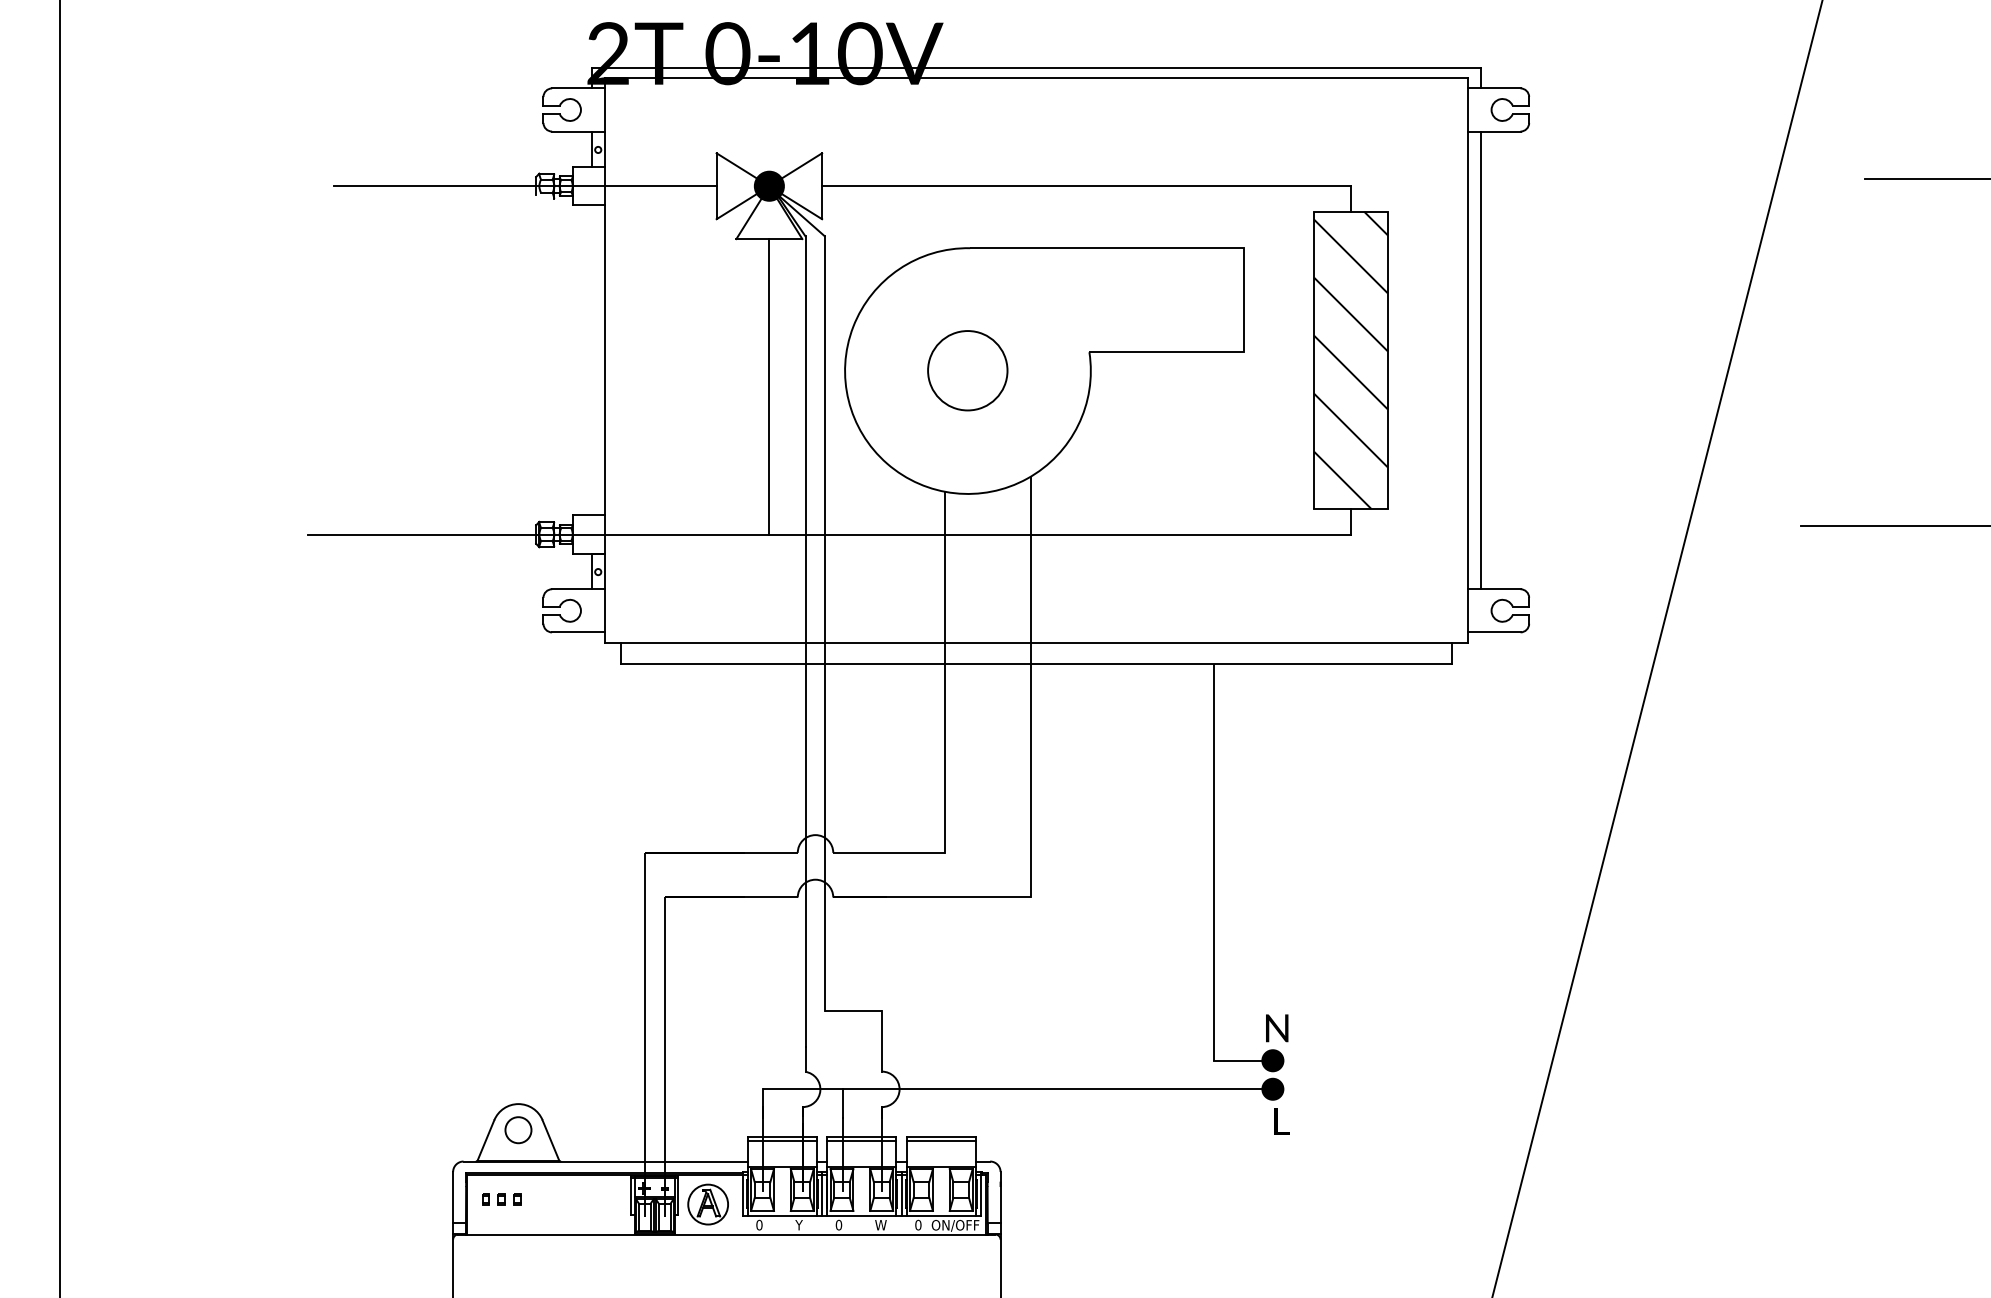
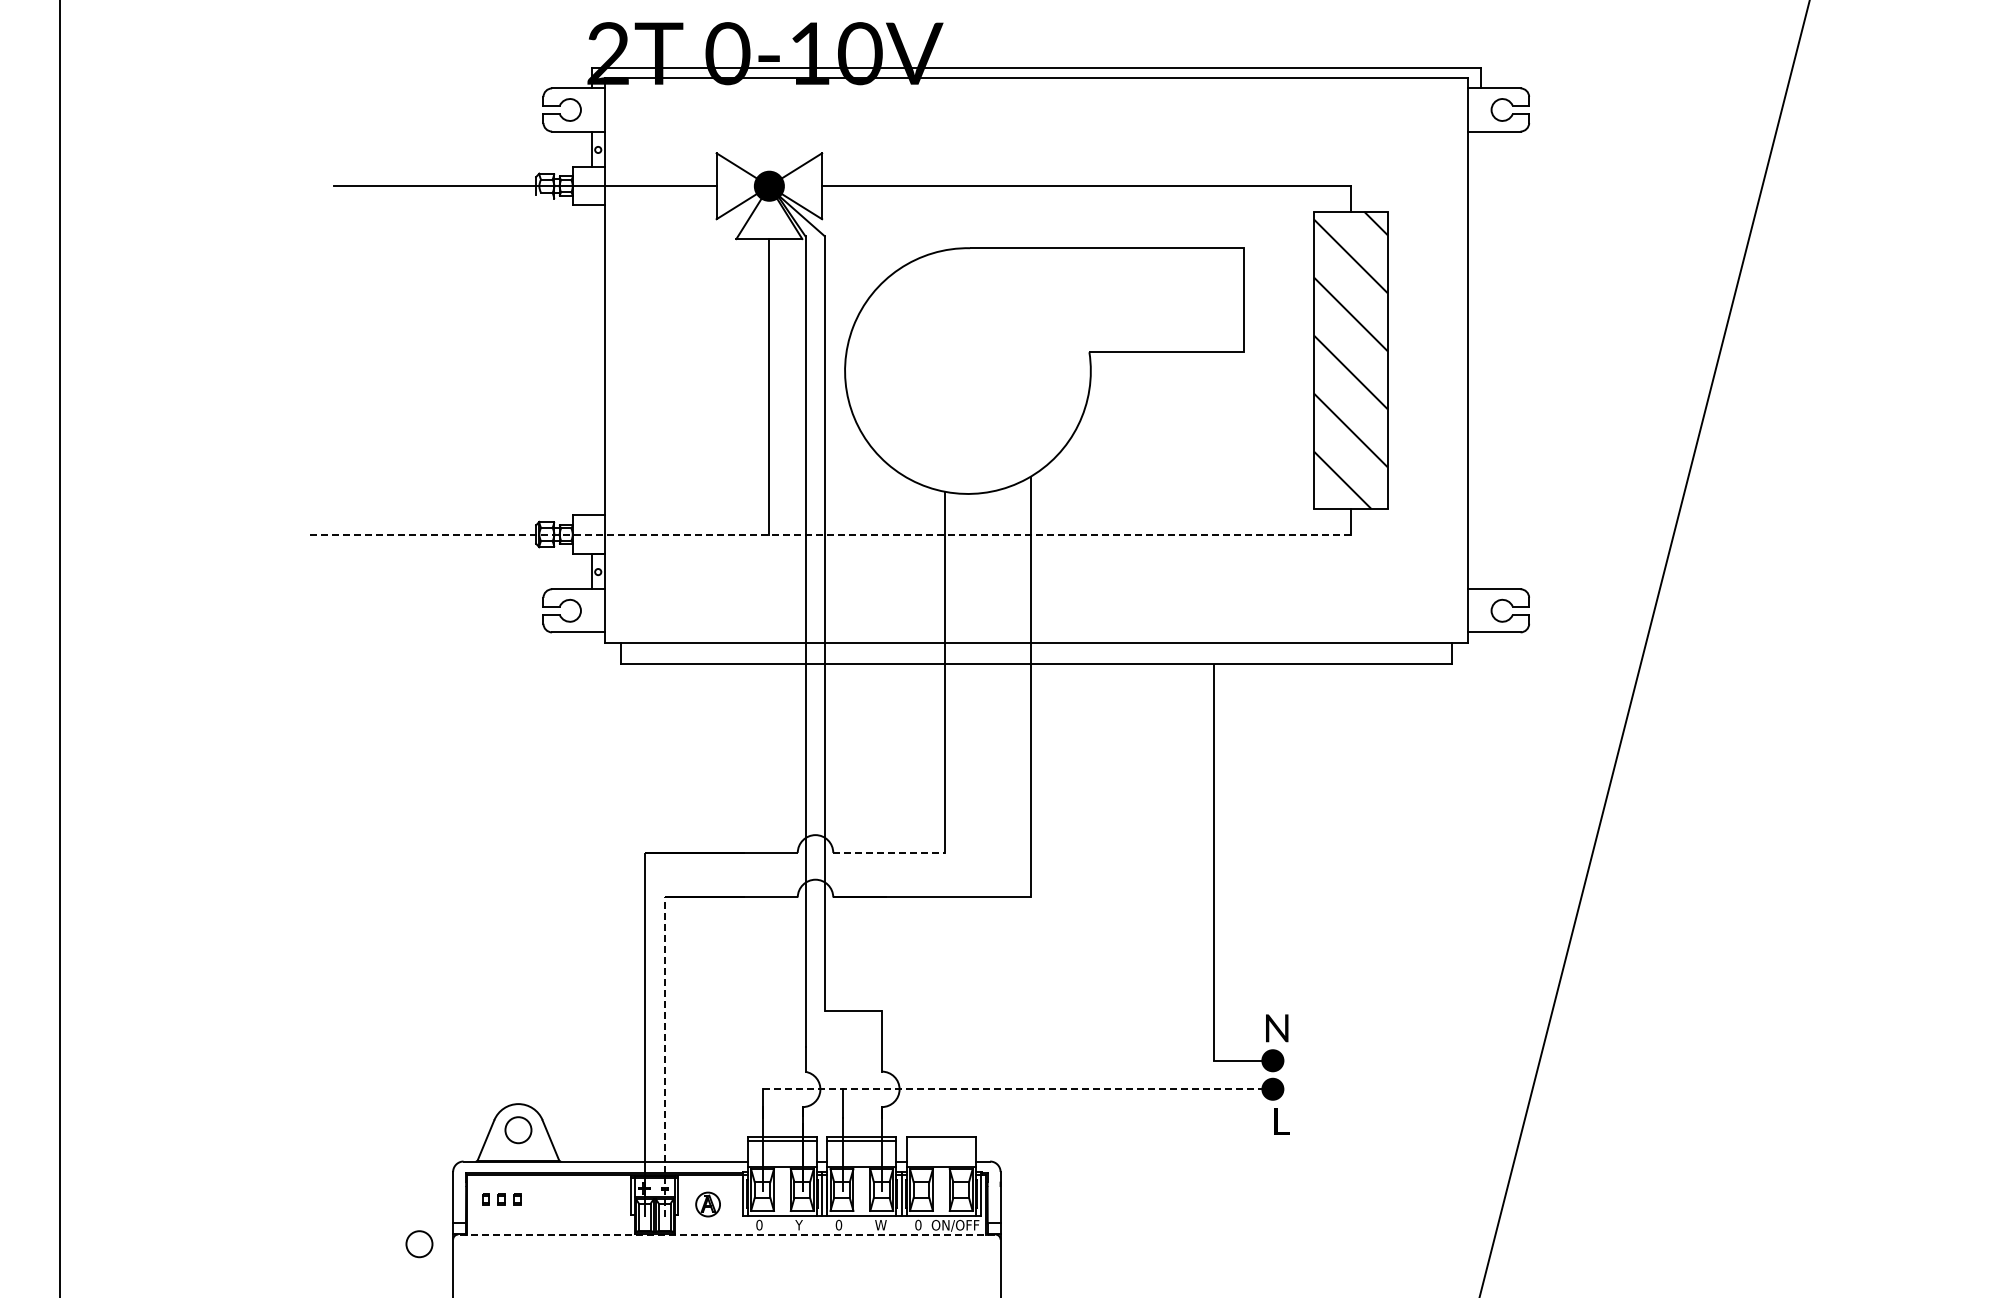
line at (1925, 179): present -> none
line at (1480, 360): present -> none
circle at (967, 370): present -> none
line at (1893, 526): present -> none
line at (829, 534): solid -> dashed
line at (1657, 648) position: (1657, 648) -> (1644, 648)
line at (889, 852): solid -> dashed
line at (665, 1057): solid -> dashed
line at (1016, 1089): solid -> dashed
line at (940, 1141): present -> none
part at (707, 1204) size: 42x43 px -> 26x27 px
line at (726, 1234): solid -> dashed
circle at (419, 1244): none -> present
